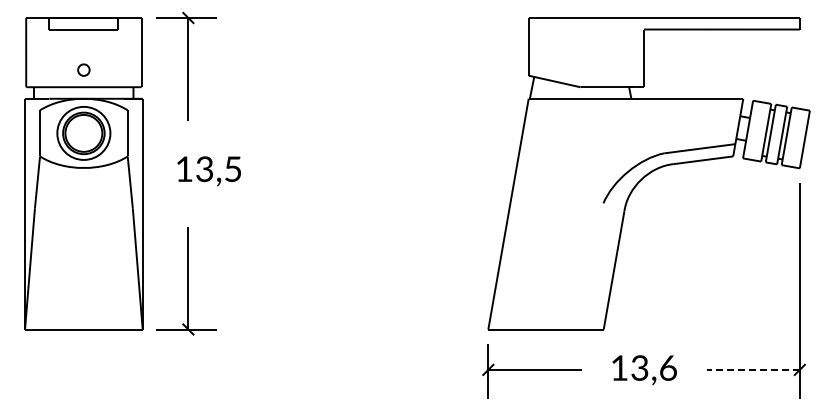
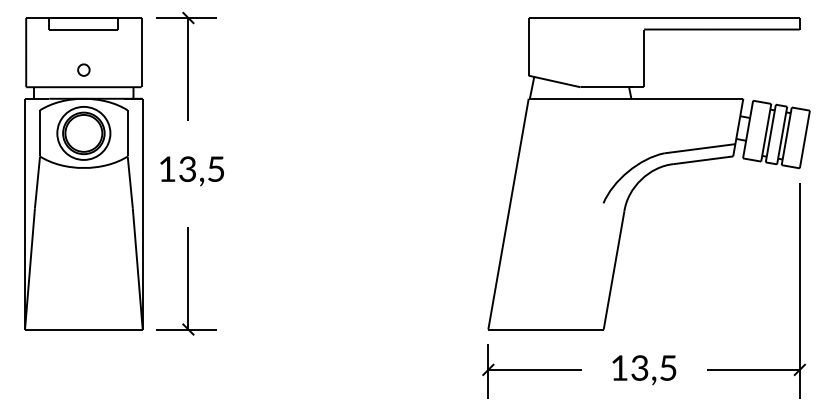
text at (208, 171) position: (208, 171) -> (191, 171)
text at (668, 367): 13,6 -> 13,5
line at (753, 369): dashed -> solid
